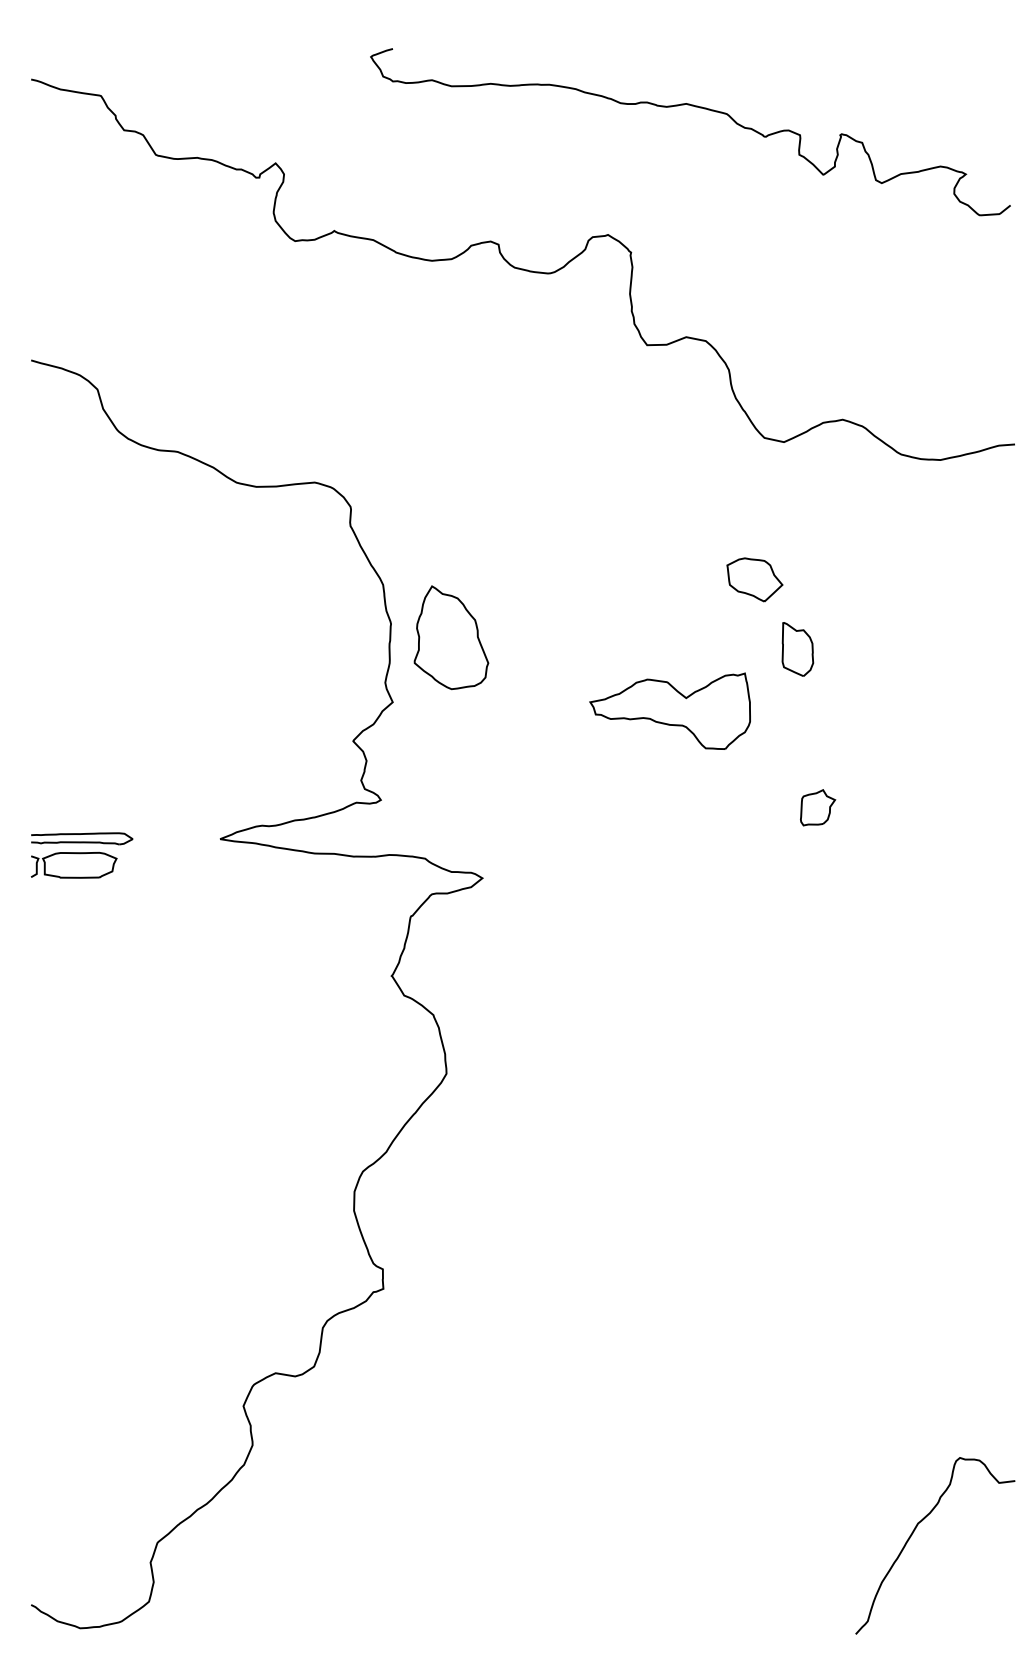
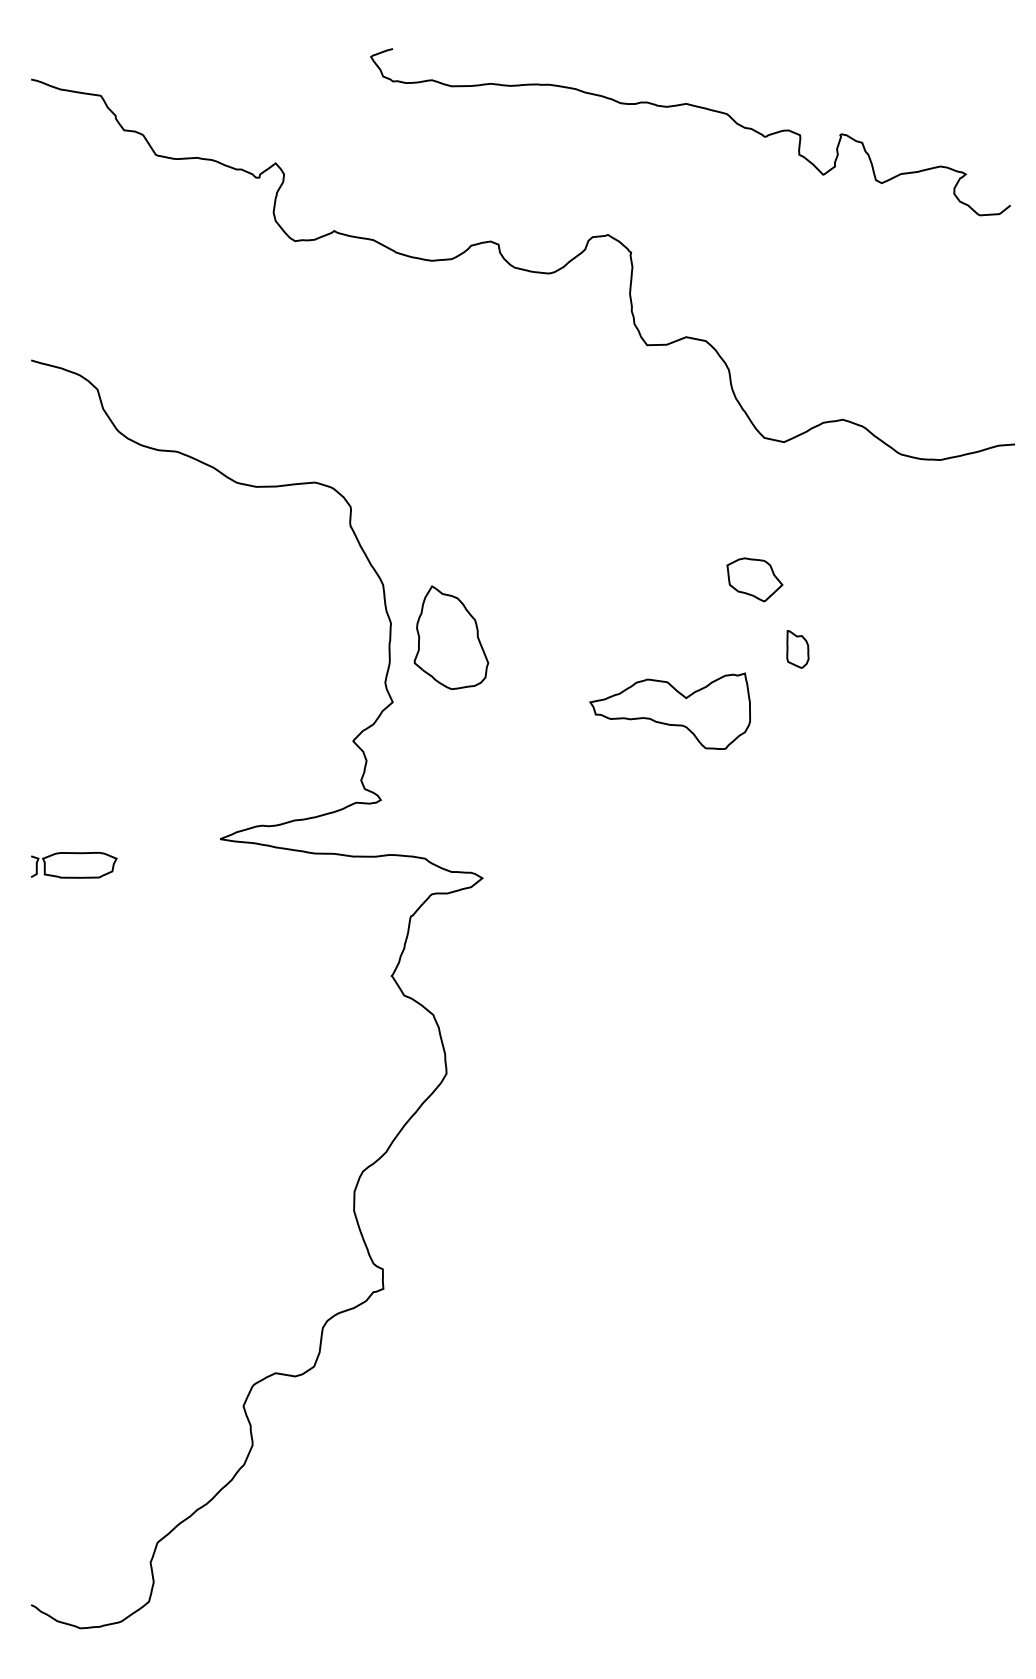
part at (797, 649) size: 34x55 px -> 24x39 px
part at (818, 807): present -> none
part at (82, 838): present -> none
curve at (915, 1530): present -> none
